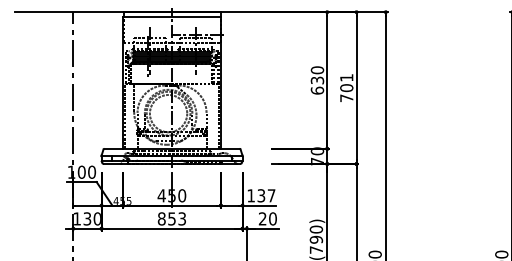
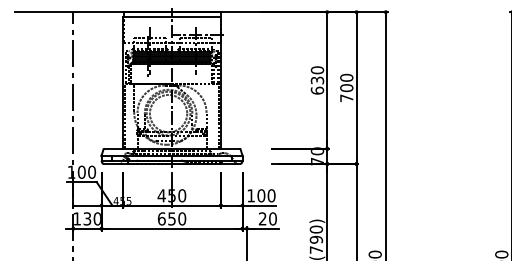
text at (346, 77): 701 -> 700
text at (266, 195): 137 -> 100
text at (171, 218): 853 -> 650
